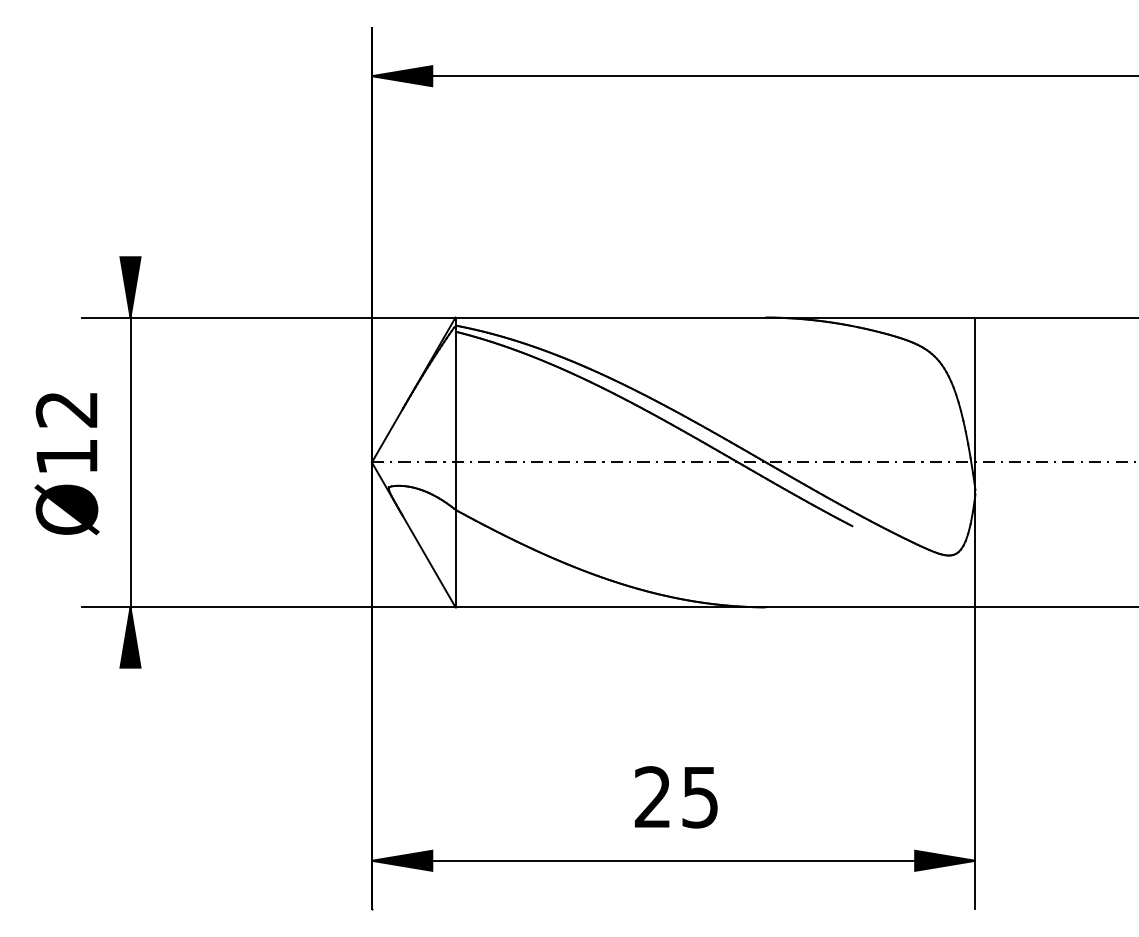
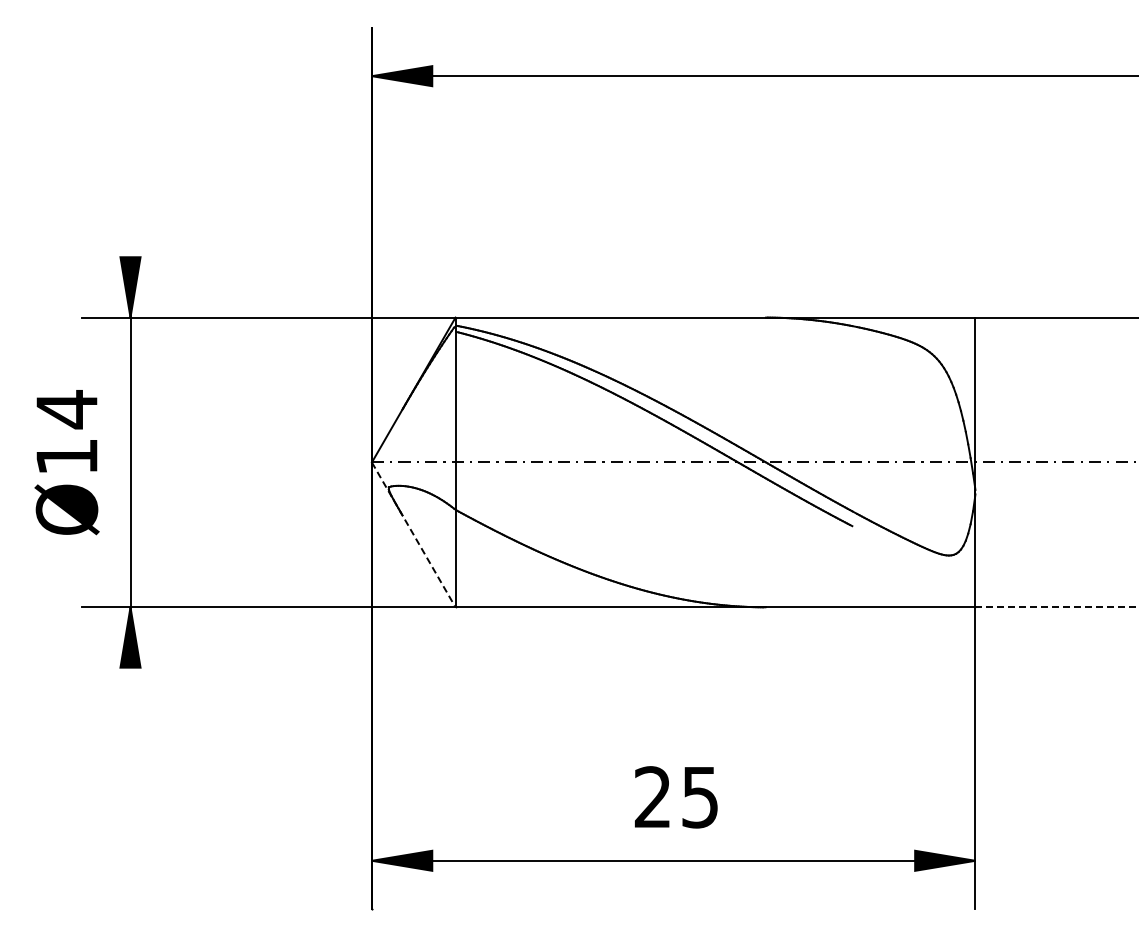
text at (66, 409): Ø12 -> Ø14
line at (413, 534): solid -> dashed
line at (1057, 607): solid -> dashed
